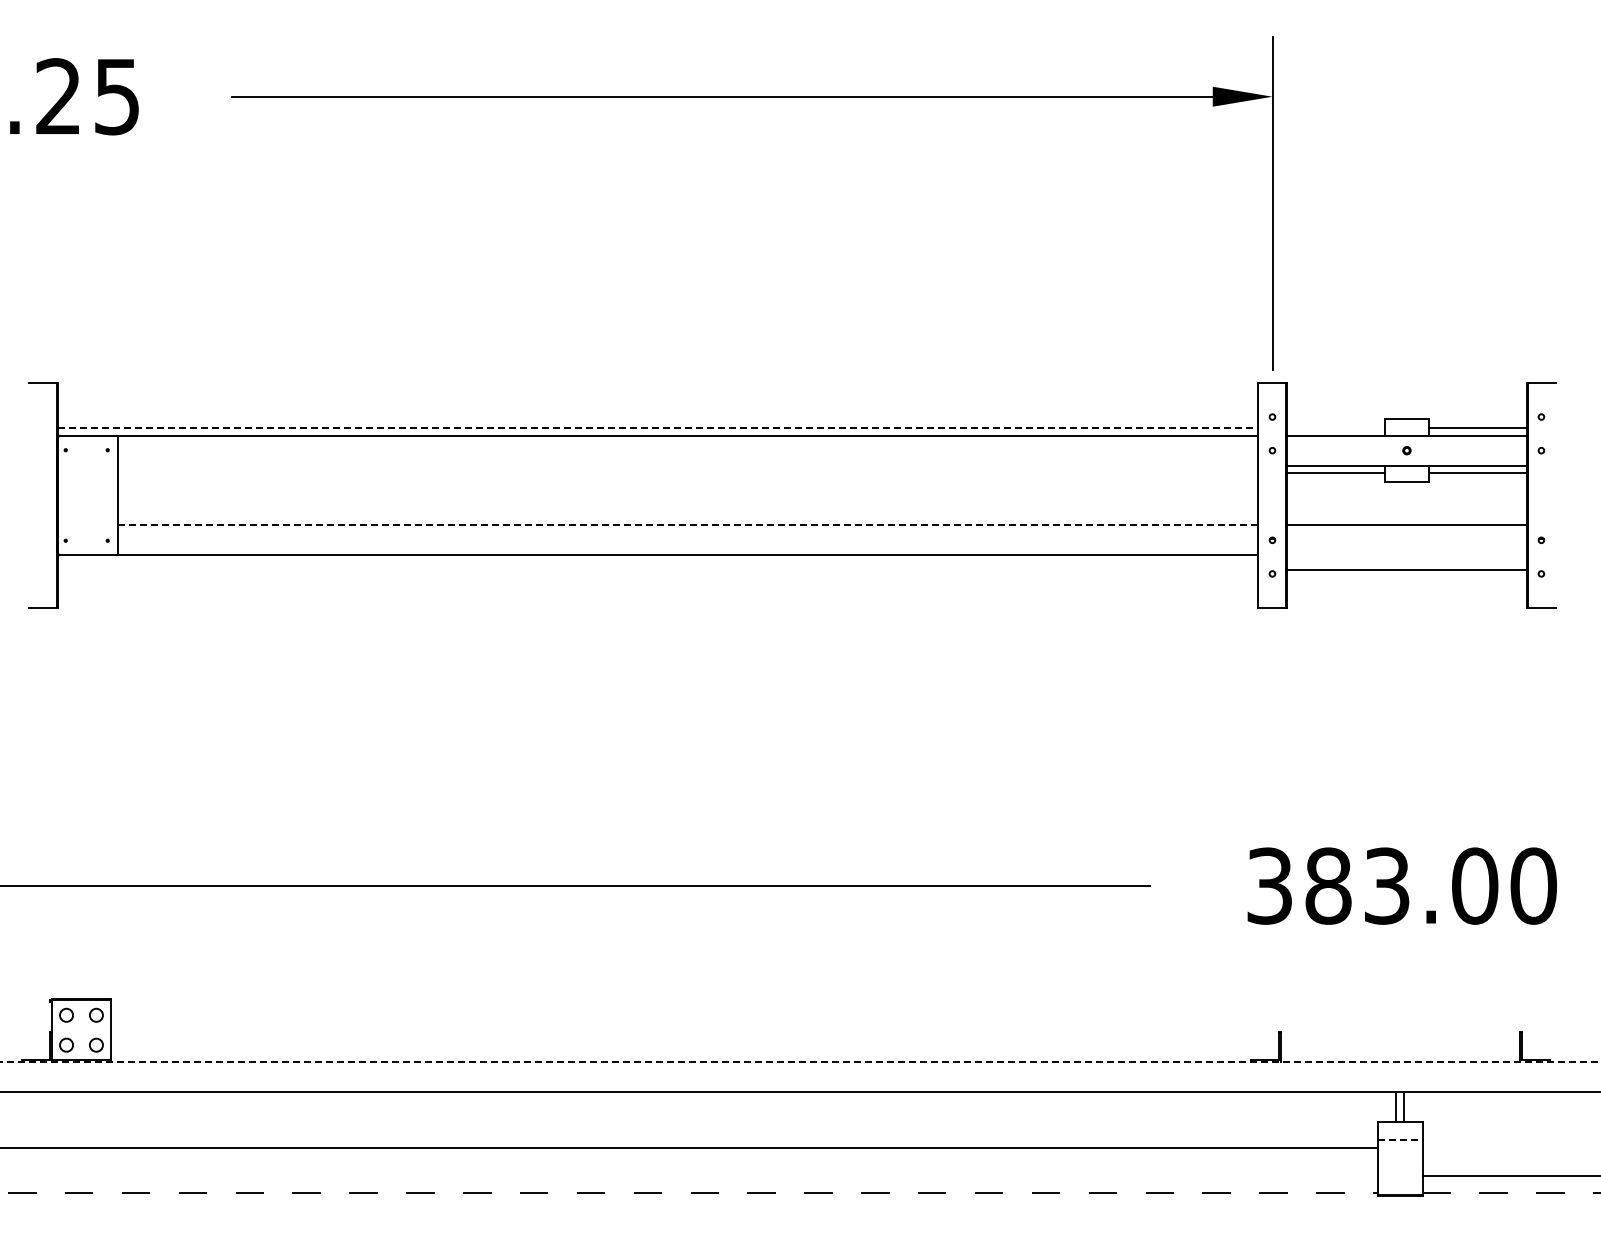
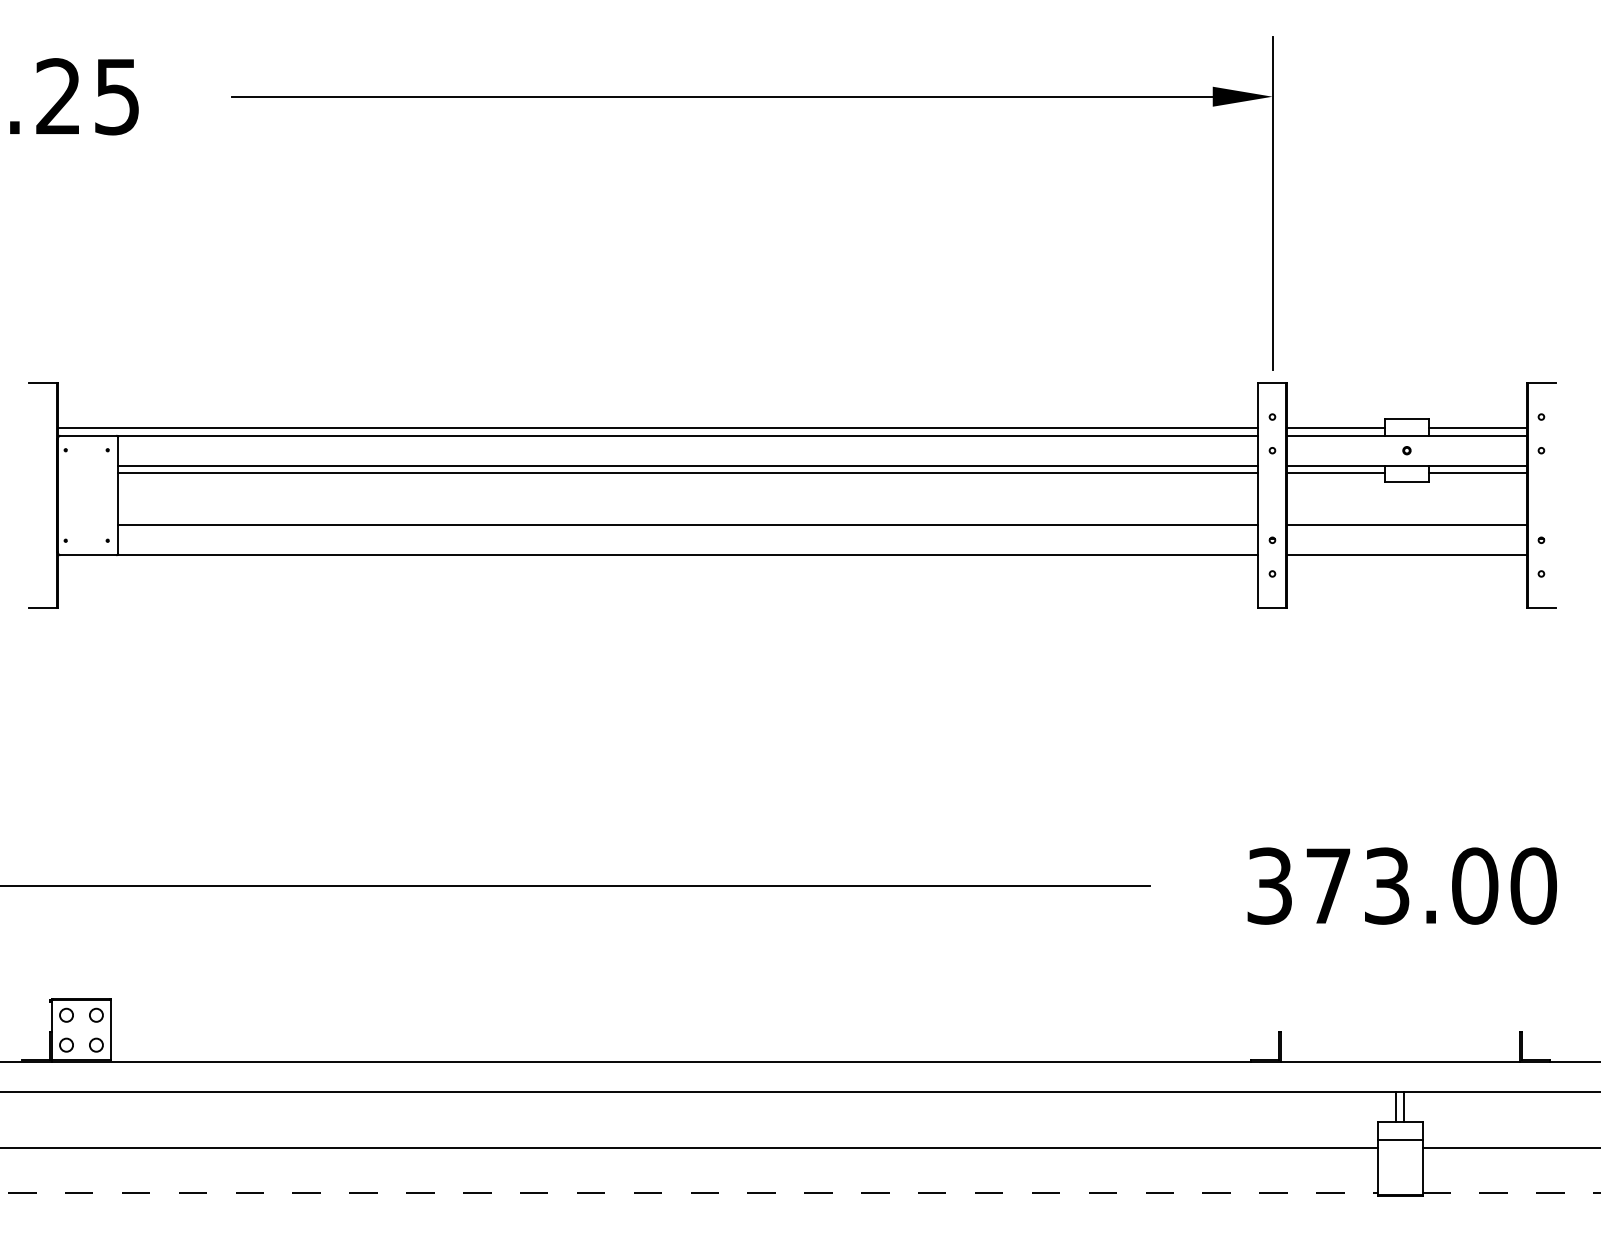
line at (657, 428): dashed -> solid
line at (1335, 428): none -> present
line at (687, 465): none -> present
line at (687, 473): none -> present
line at (687, 525): dashed -> solid
line at (1406, 570) position: (1406, 570) -> (1406, 555)
text at (1328, 885): 383.00 -> 373.00
line at (800, 1062): dashed -> solid
line at (1400, 1139): dashed -> solid
line at (1509, 1176) position: (1509, 1176) -> (1509, 1148)
